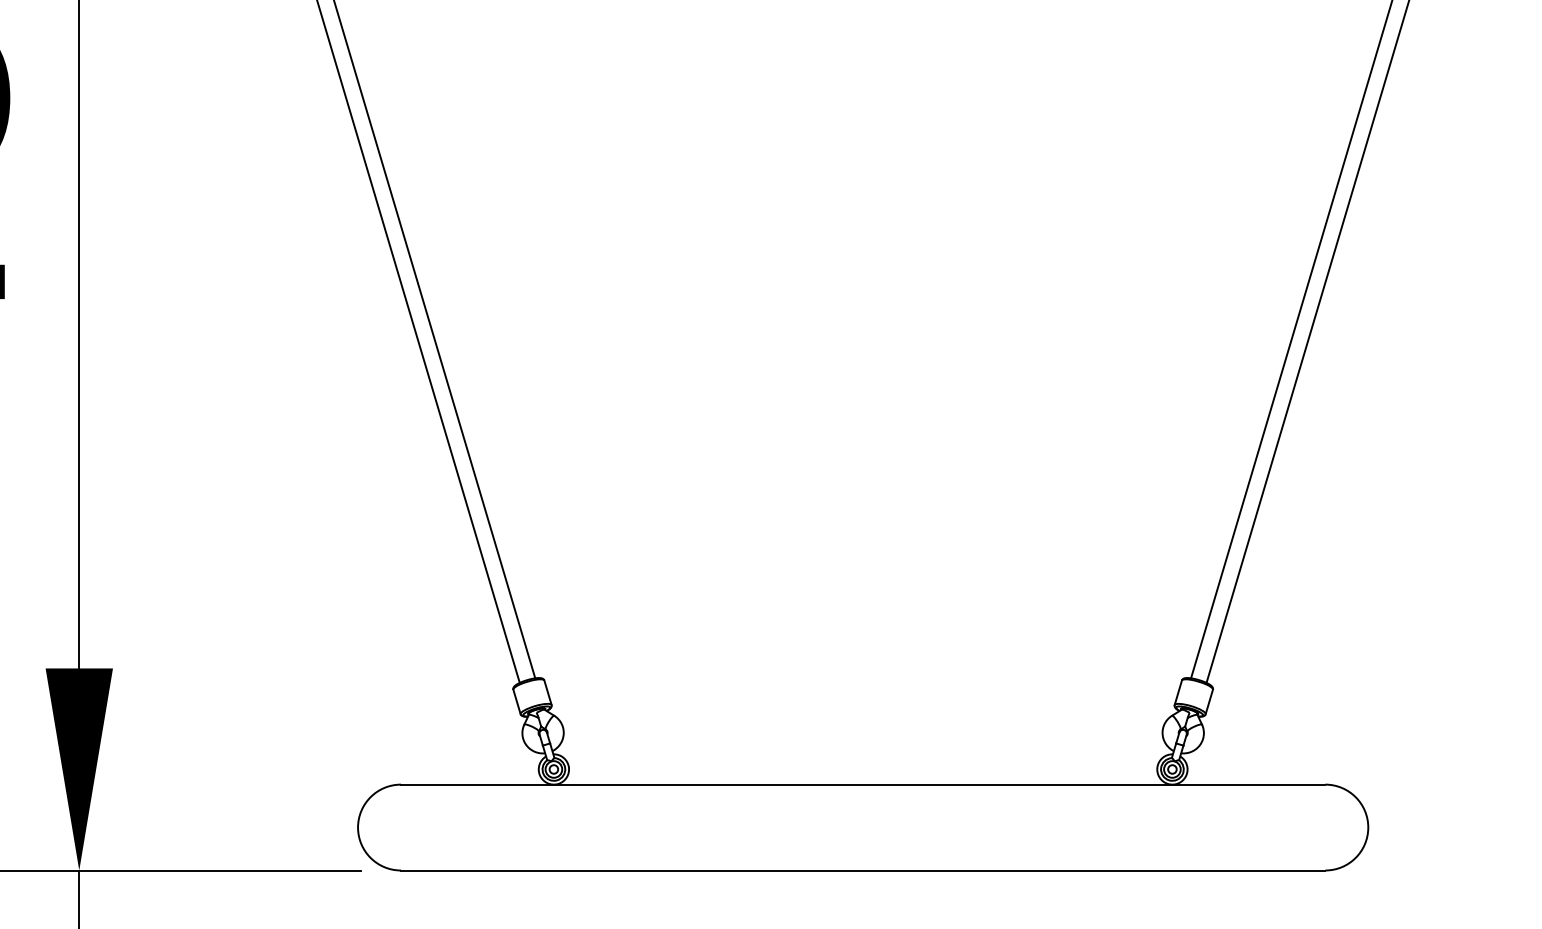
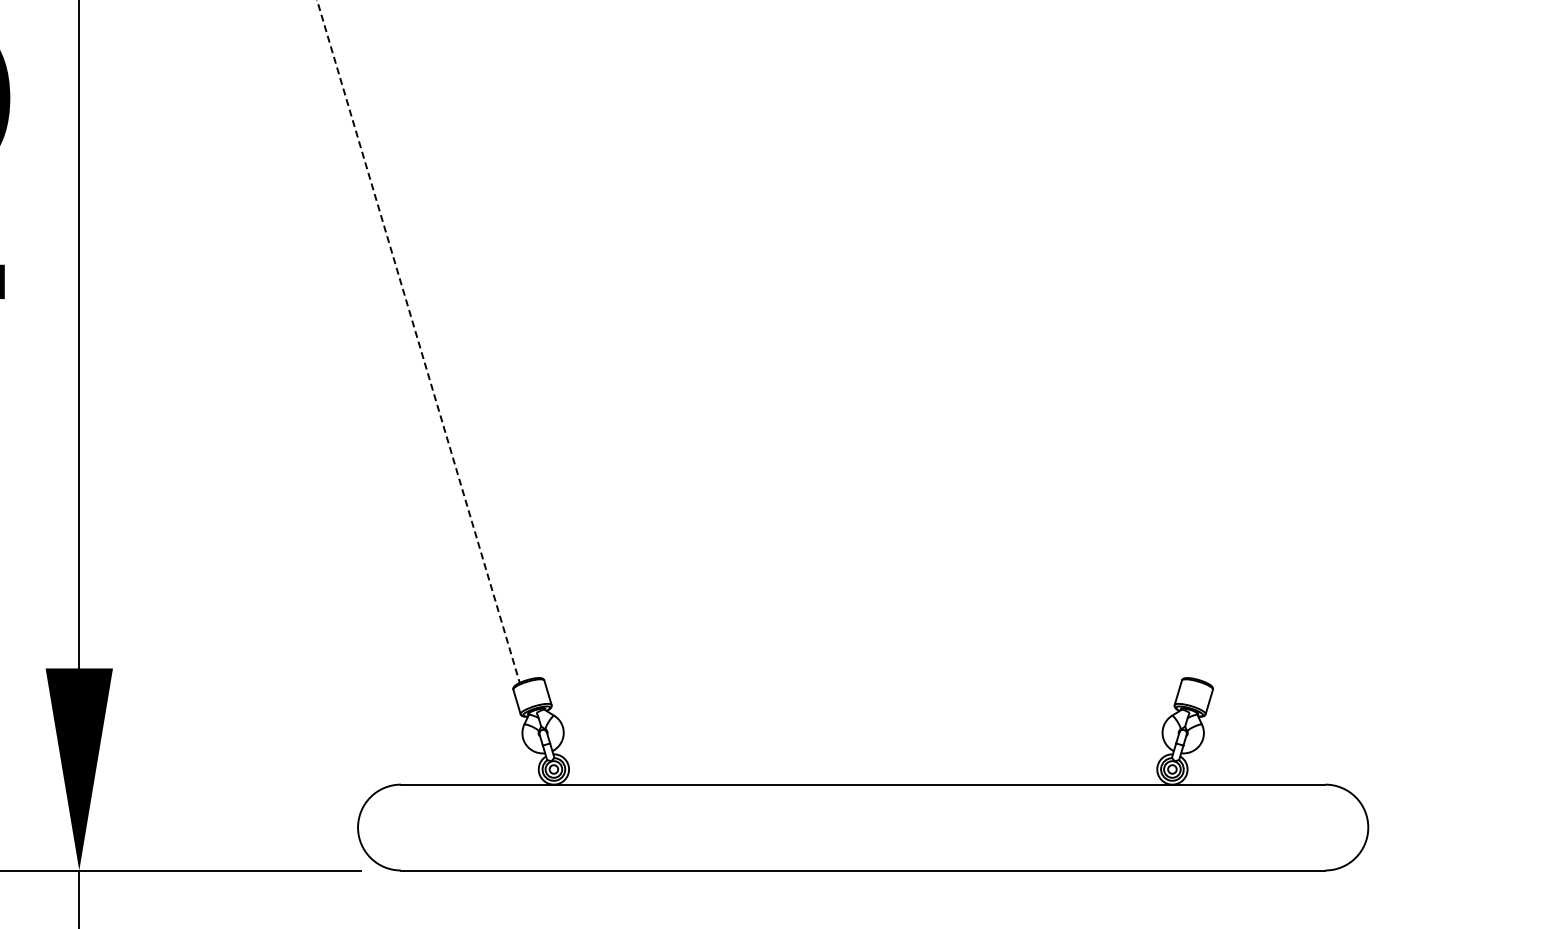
line at (434, 340): present -> none
line at (1291, 340): present -> none
line at (418, 341): solid -> dashed
line at (1307, 342): present -> none
